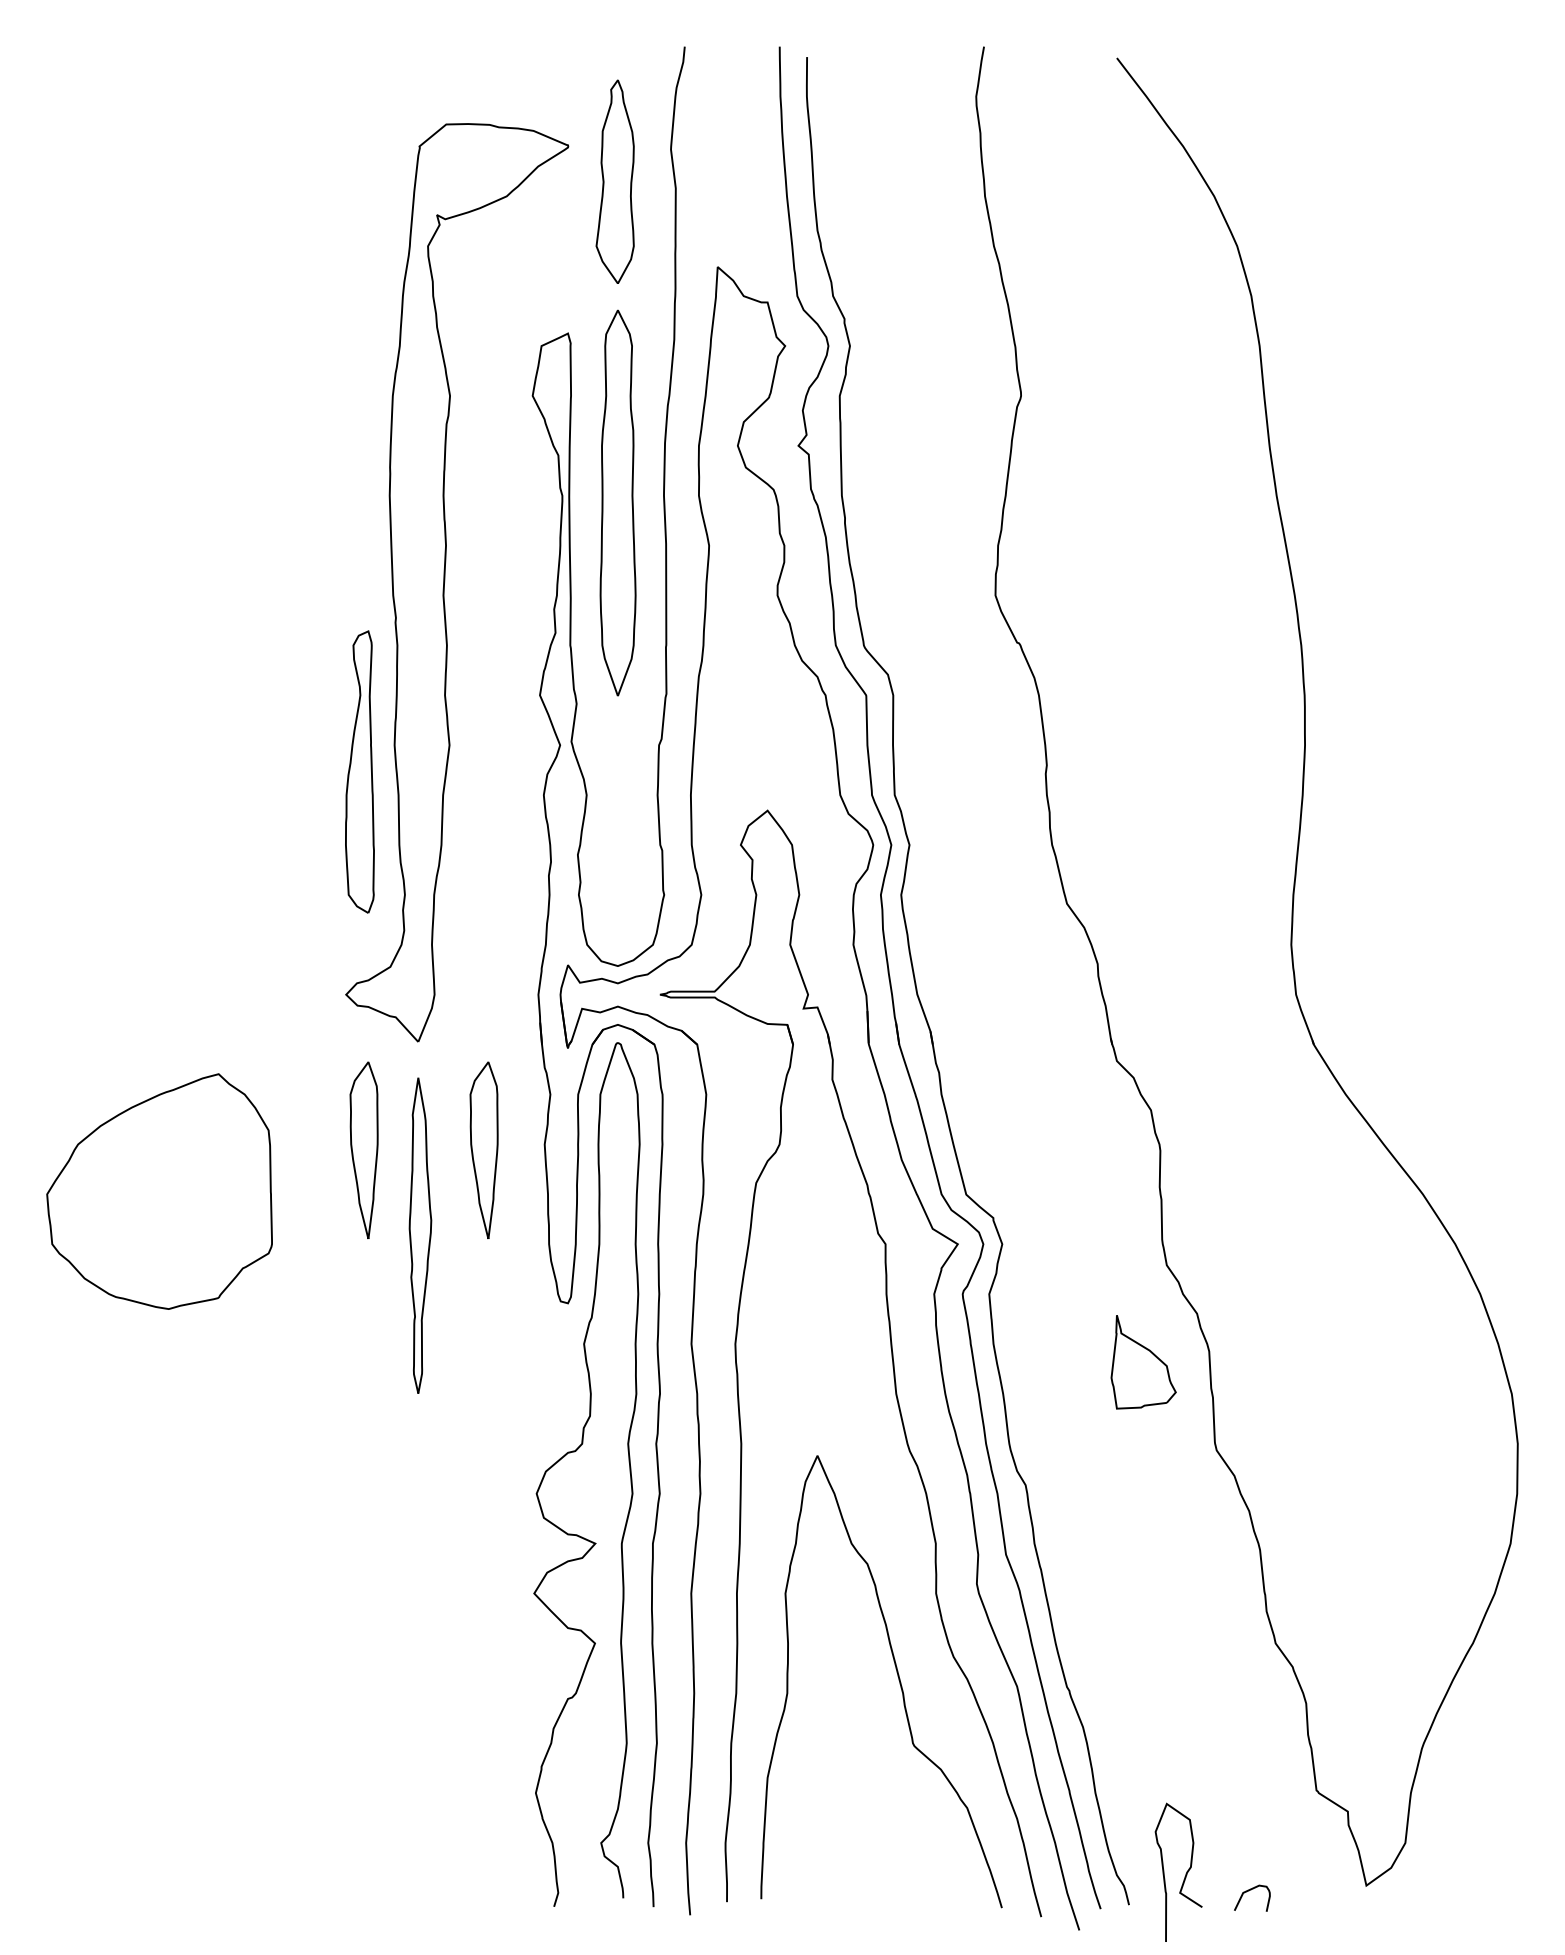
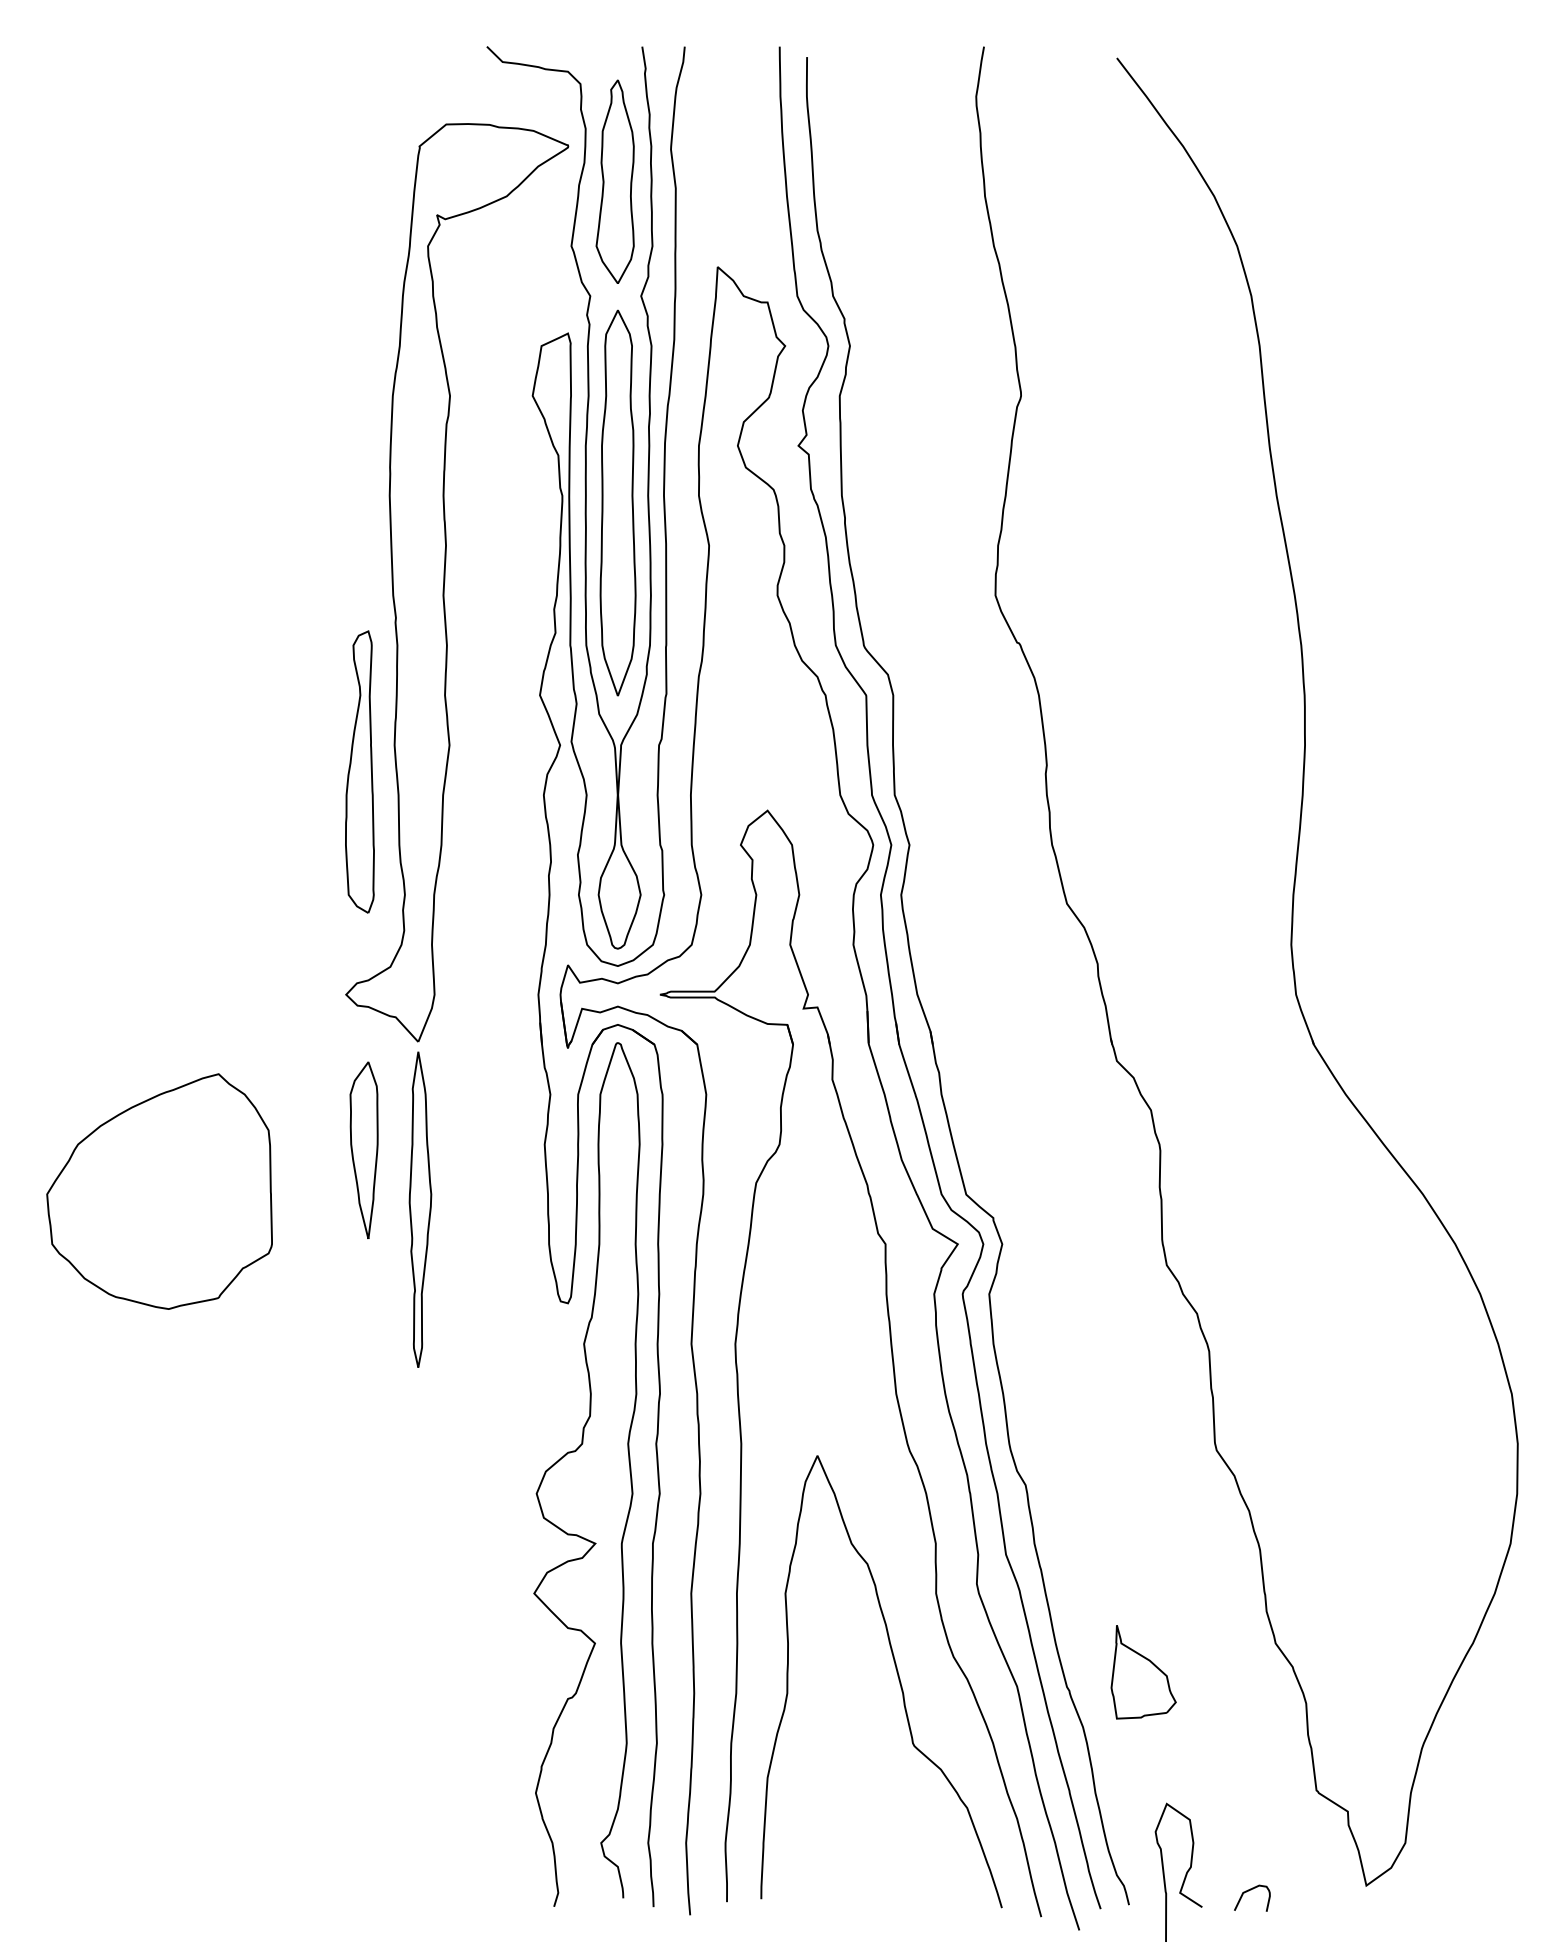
curve at (585, 497): none -> present
part at (483, 1149): present -> none
part at (420, 1235) position: (420, 1235) -> (420, 1209)
part at (1143, 1362) position: (1143, 1362) -> (1143, 1672)
